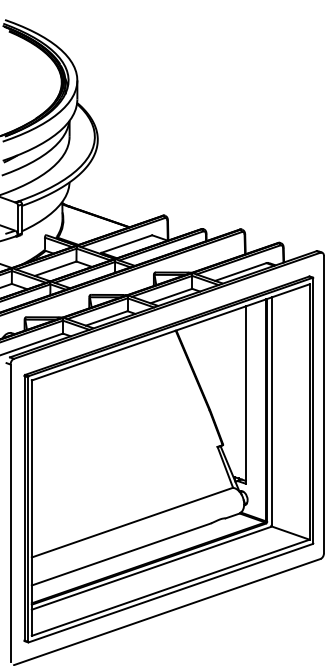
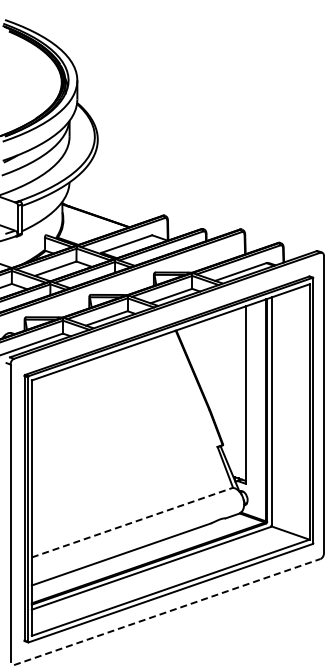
line at (132, 522): solid -> dashed
line at (167, 611): solid -> dashed
